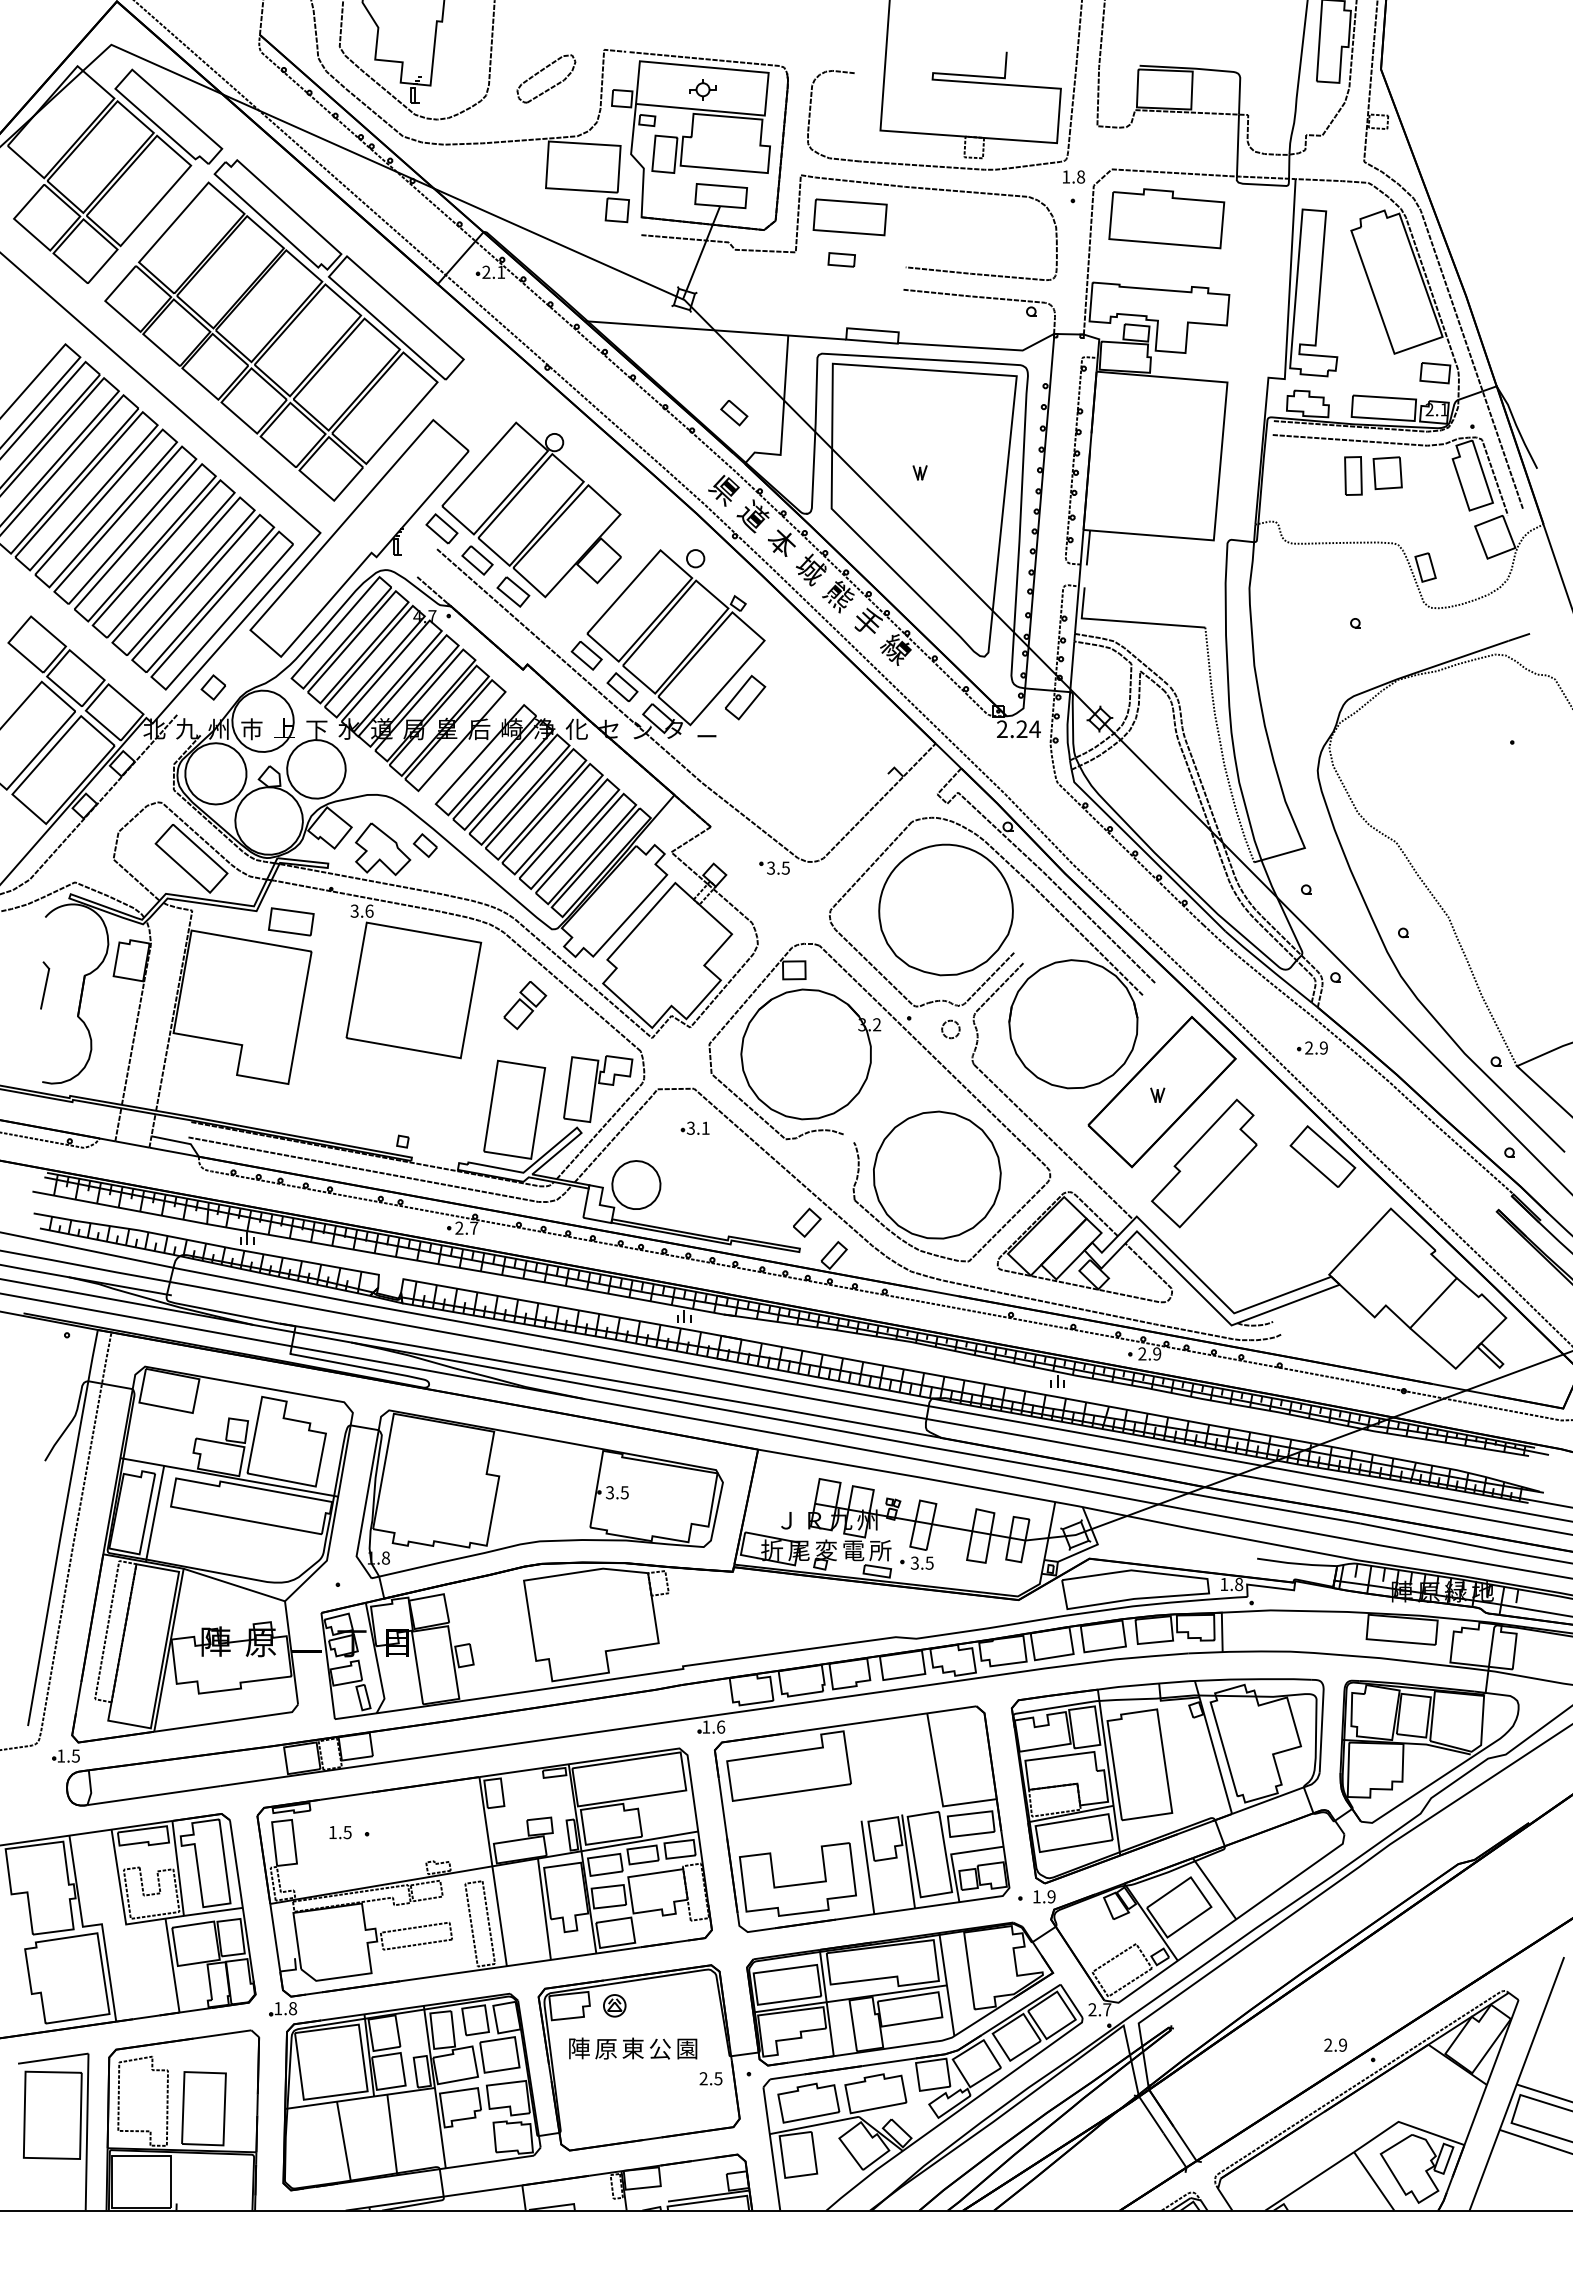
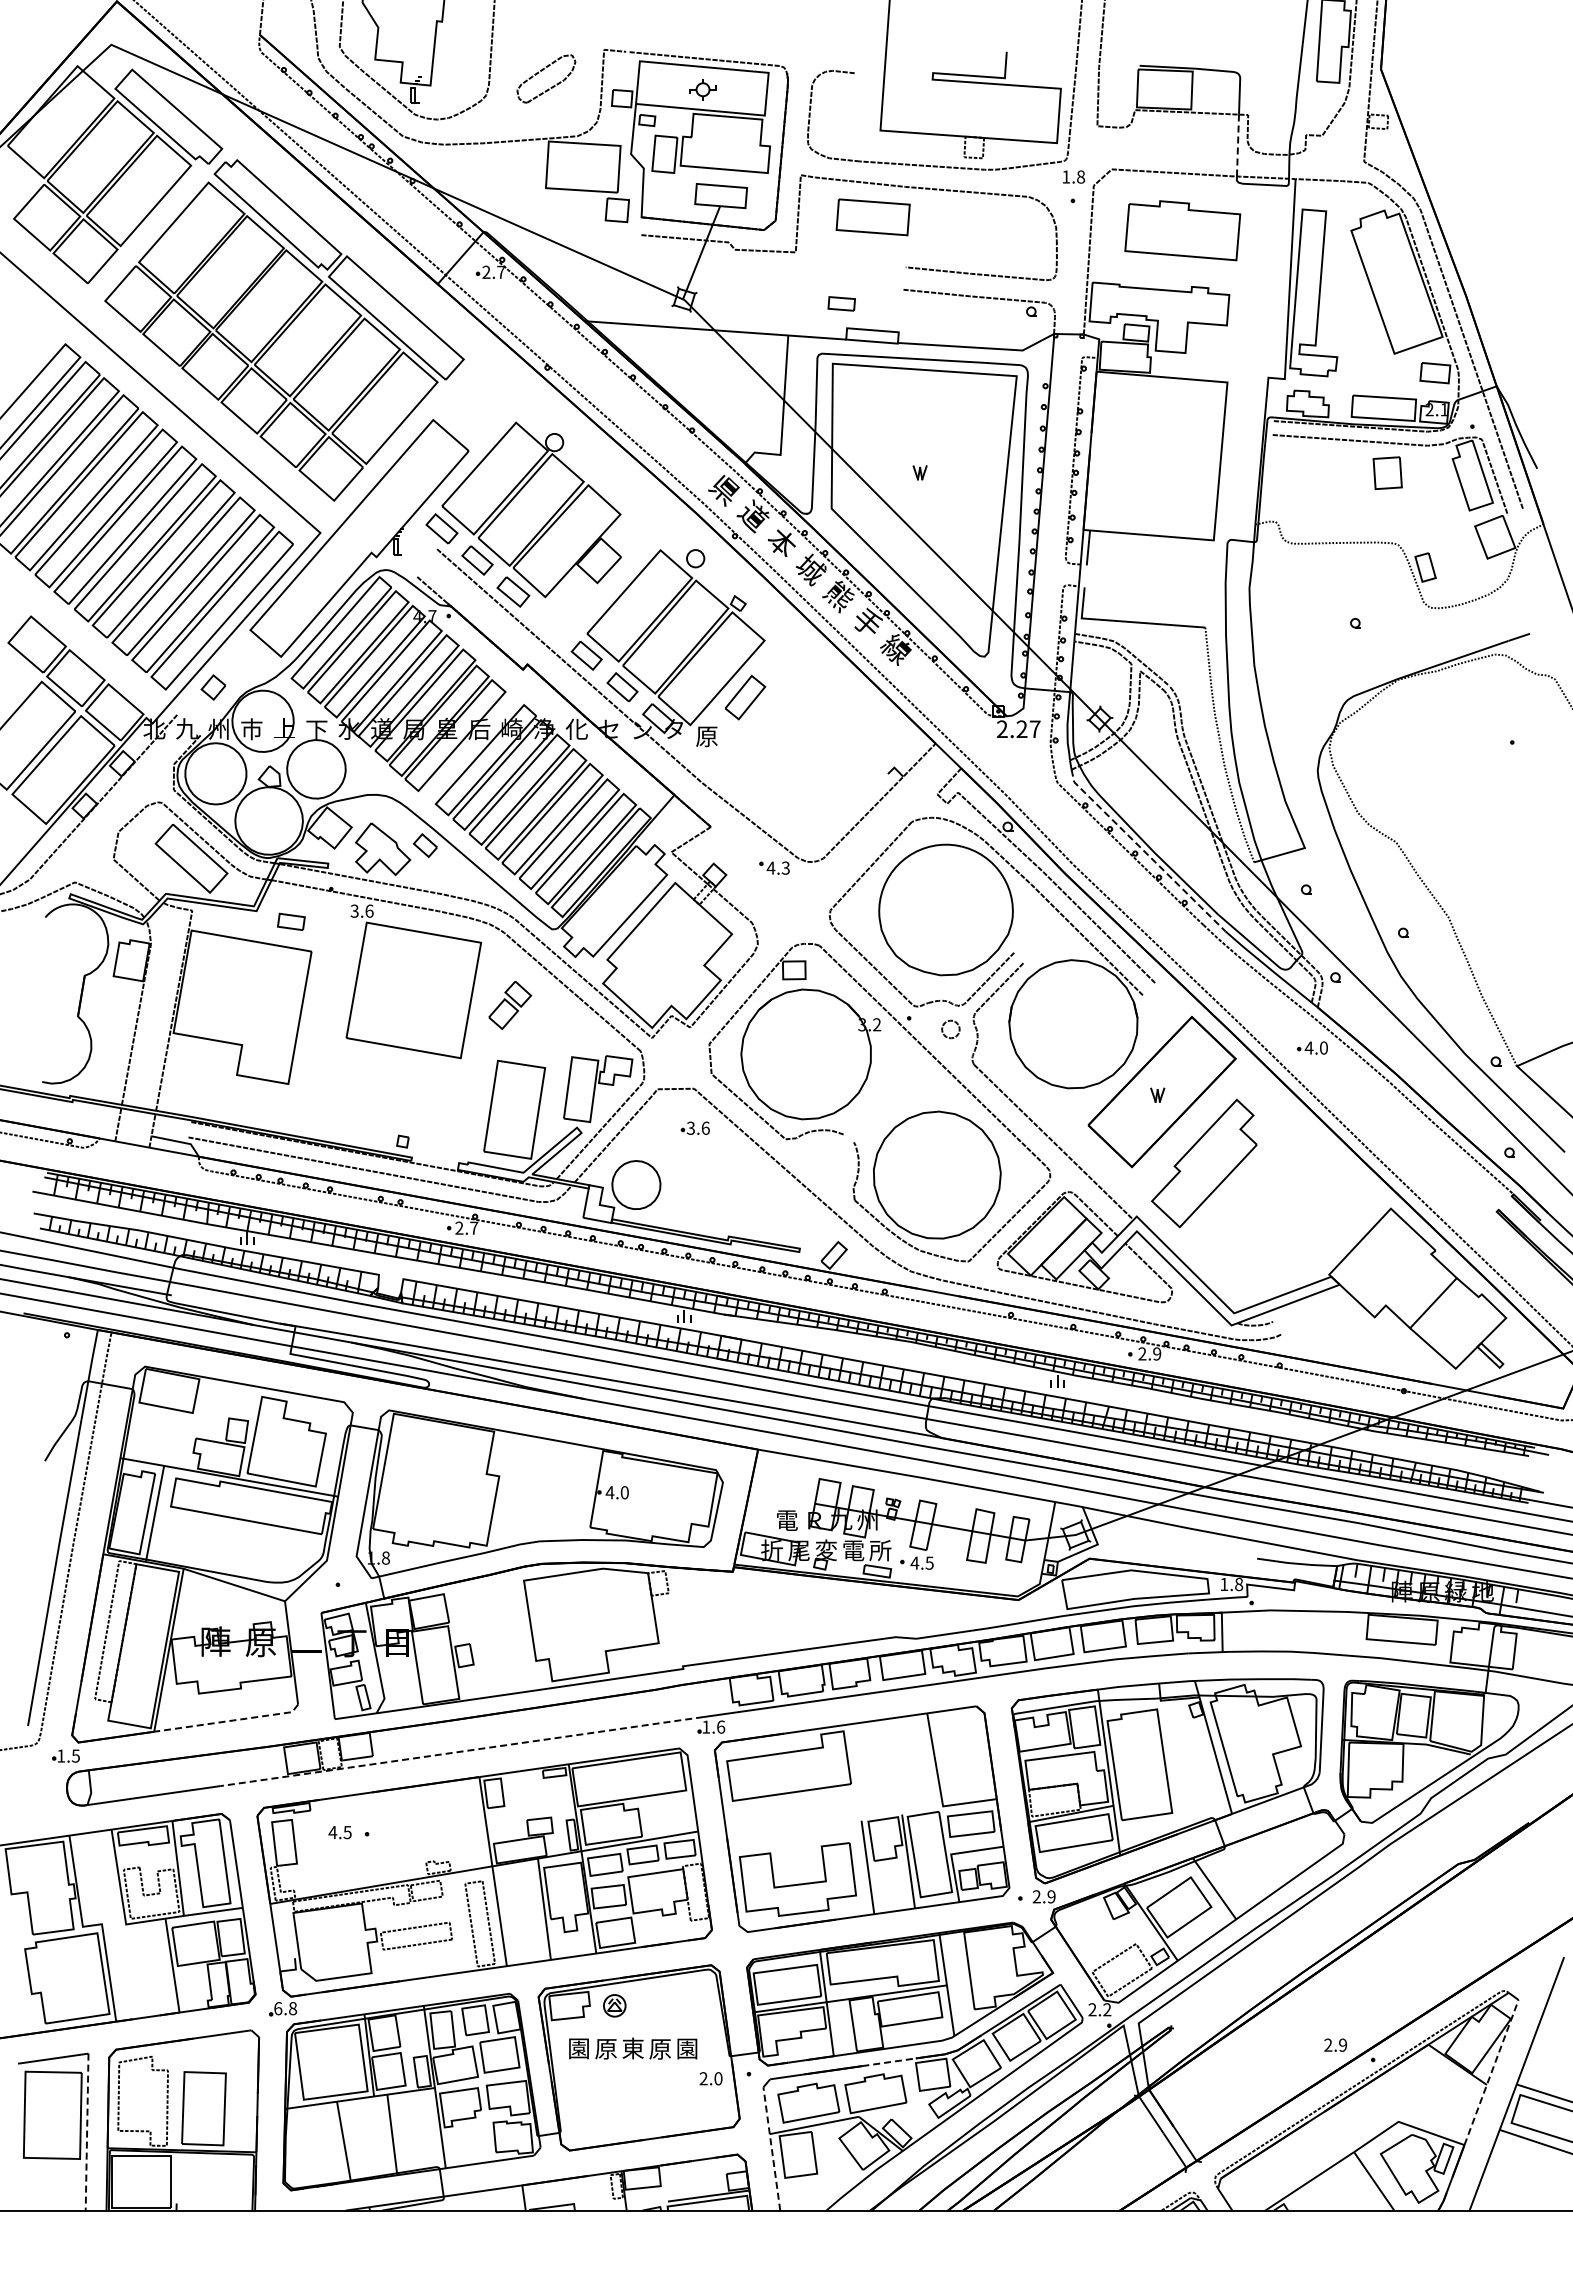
line at (1237, 145): solid -> dashed
part at (849, 217) position: (849, 217) -> (872, 217)
part at (1166, 218) position: (1166, 218) -> (1182, 230)
part at (841, 259) position: (841, 259) -> (841, 303)
text at (501, 271): 2.1 -> 2.7
part at (734, 413): present -> none
part at (1353, 475): present -> none
text at (1034, 728): 2.24 -> 2.27
text at (706, 736): ー -> 原
line at (1144, 851): solid -> dashed
text at (777, 867): 3.5 -> 4.3
part at (291, 921) size: 47x30 px -> 29x19 px
line at (45, 985): present -> none
part at (525, 1005) position: (525, 1005) -> (510, 1005)
text at (1315, 1047): 2.9 -> 4.0
text at (705, 1127): 3.1 -> 3.6
part at (1322, 1156): present -> none
part at (807, 1222): present -> none
text at (616, 1492): 3.5 -> 4.0
text at (787, 1520): Ｊ -> 電
text at (914, 1562): 3.5 -> 4.5
line at (228, 1721): solid -> dashed
line at (462, 1751): solid -> dashed
text at (332, 1832): 1.5 -> 4.5
text at (1036, 1896): 1.9 -> 2.9
text at (278, 2008): 1.8 -> 6.8
text at (1107, 2009): 2.7 -> 2.2
text at (579, 2048): 陣 -> 園
text at (659, 2048): 公 -> 原
line at (889, 2062): solid -> dashed
line at (1491, 2072): solid -> dashed
text at (718, 2078): 2.5 -> 2.0
line at (87, 2131): solid -> dashed
line at (771, 2147): solid -> dashed
